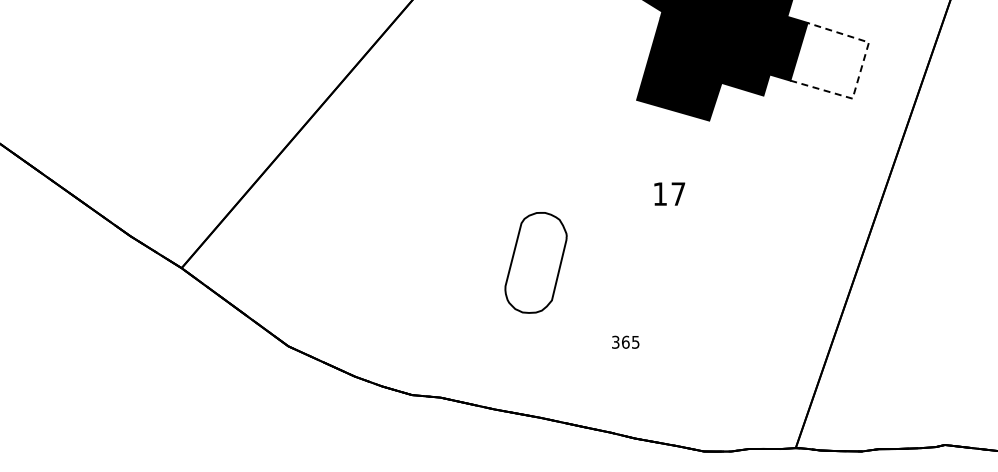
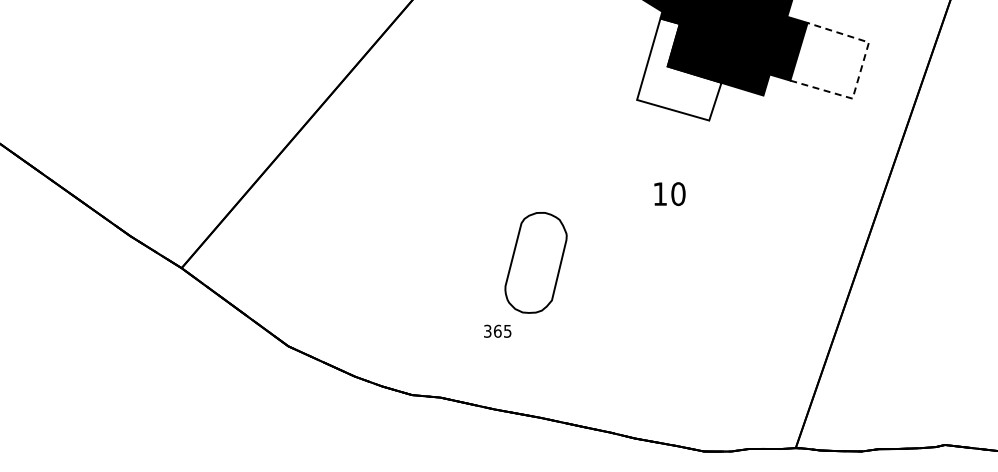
fill at (679, 69): present -> none
text at (678, 194): 17 -> 10
text at (625, 341) position: (625, 341) -> (497, 330)
